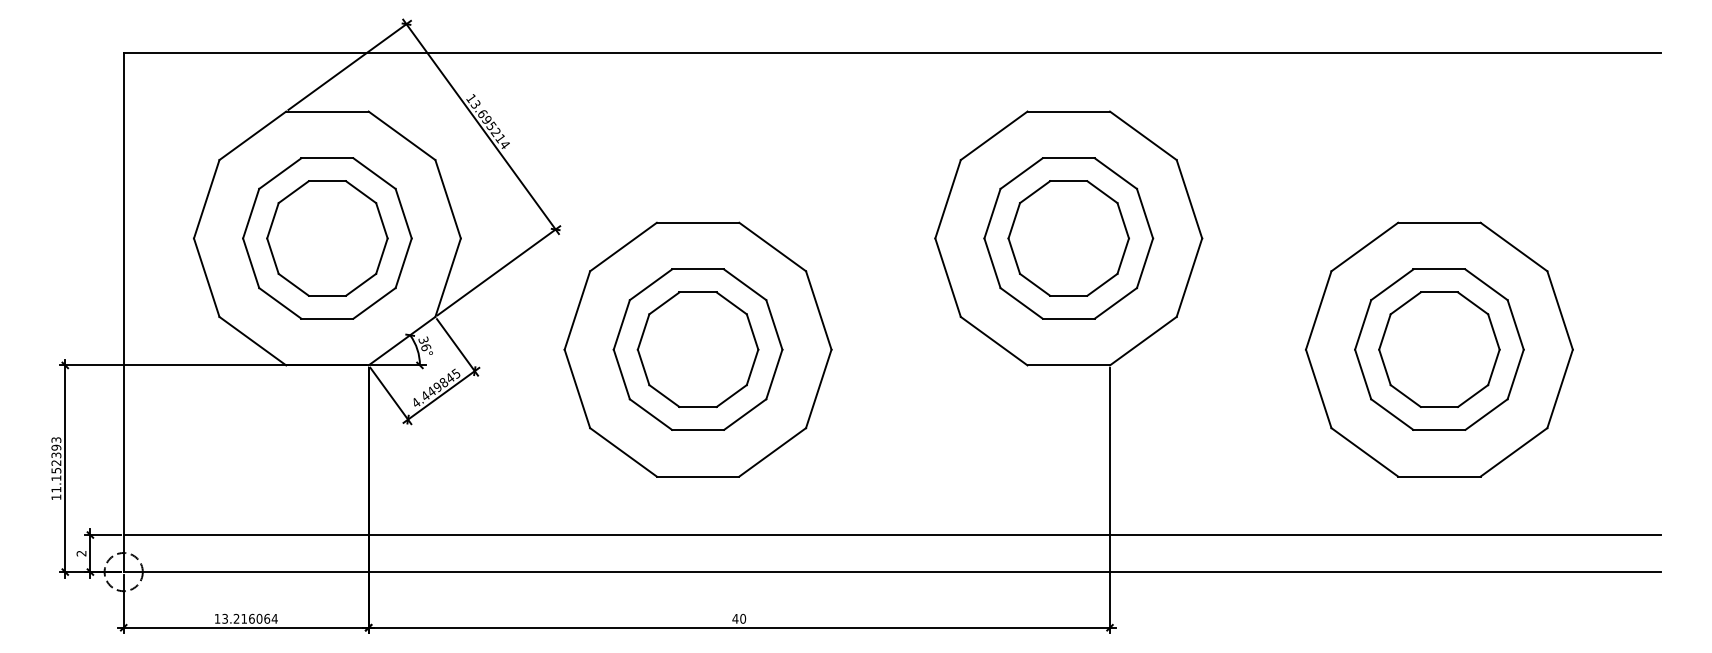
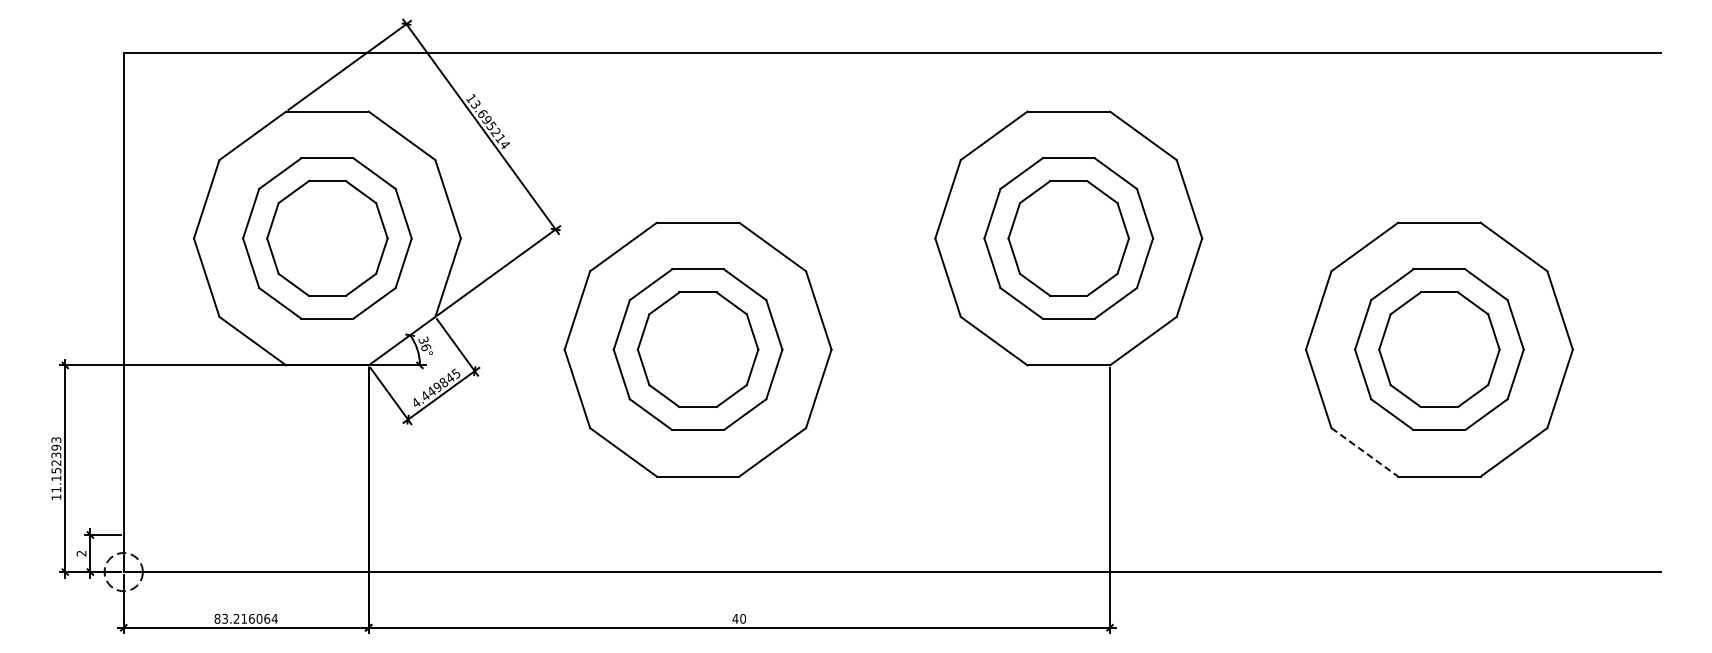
line at (1365, 452): solid -> dashed
line at (891, 535): present -> none
text at (217, 618): 13.216064 -> 83.216064
